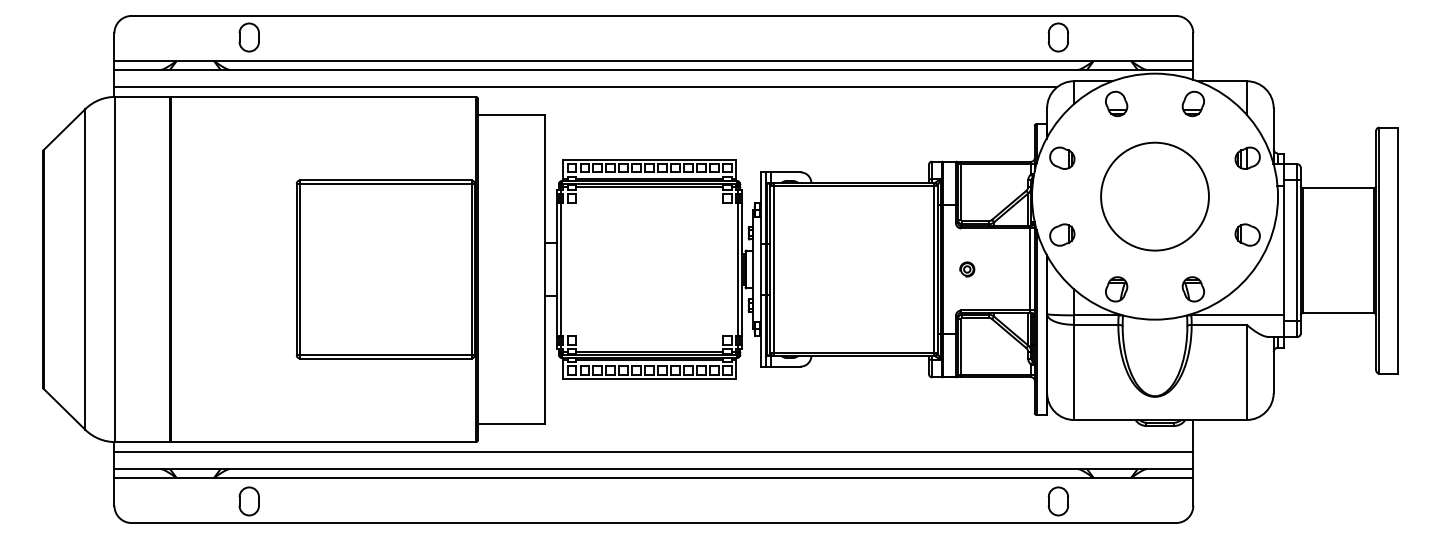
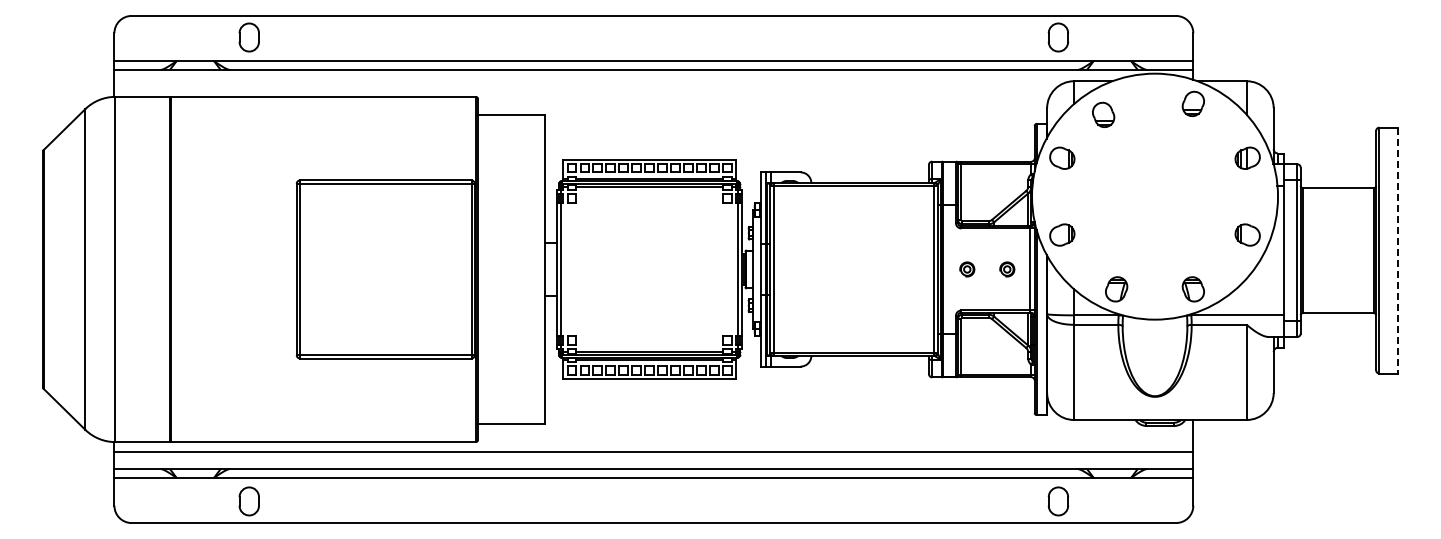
line at (585, 87): present -> none
part at (1116, 103) position: (1116, 103) -> (1103, 114)
circle at (1154, 196): present -> none
line at (1397, 250): solid -> dashed
part at (1007, 269): none -> present
